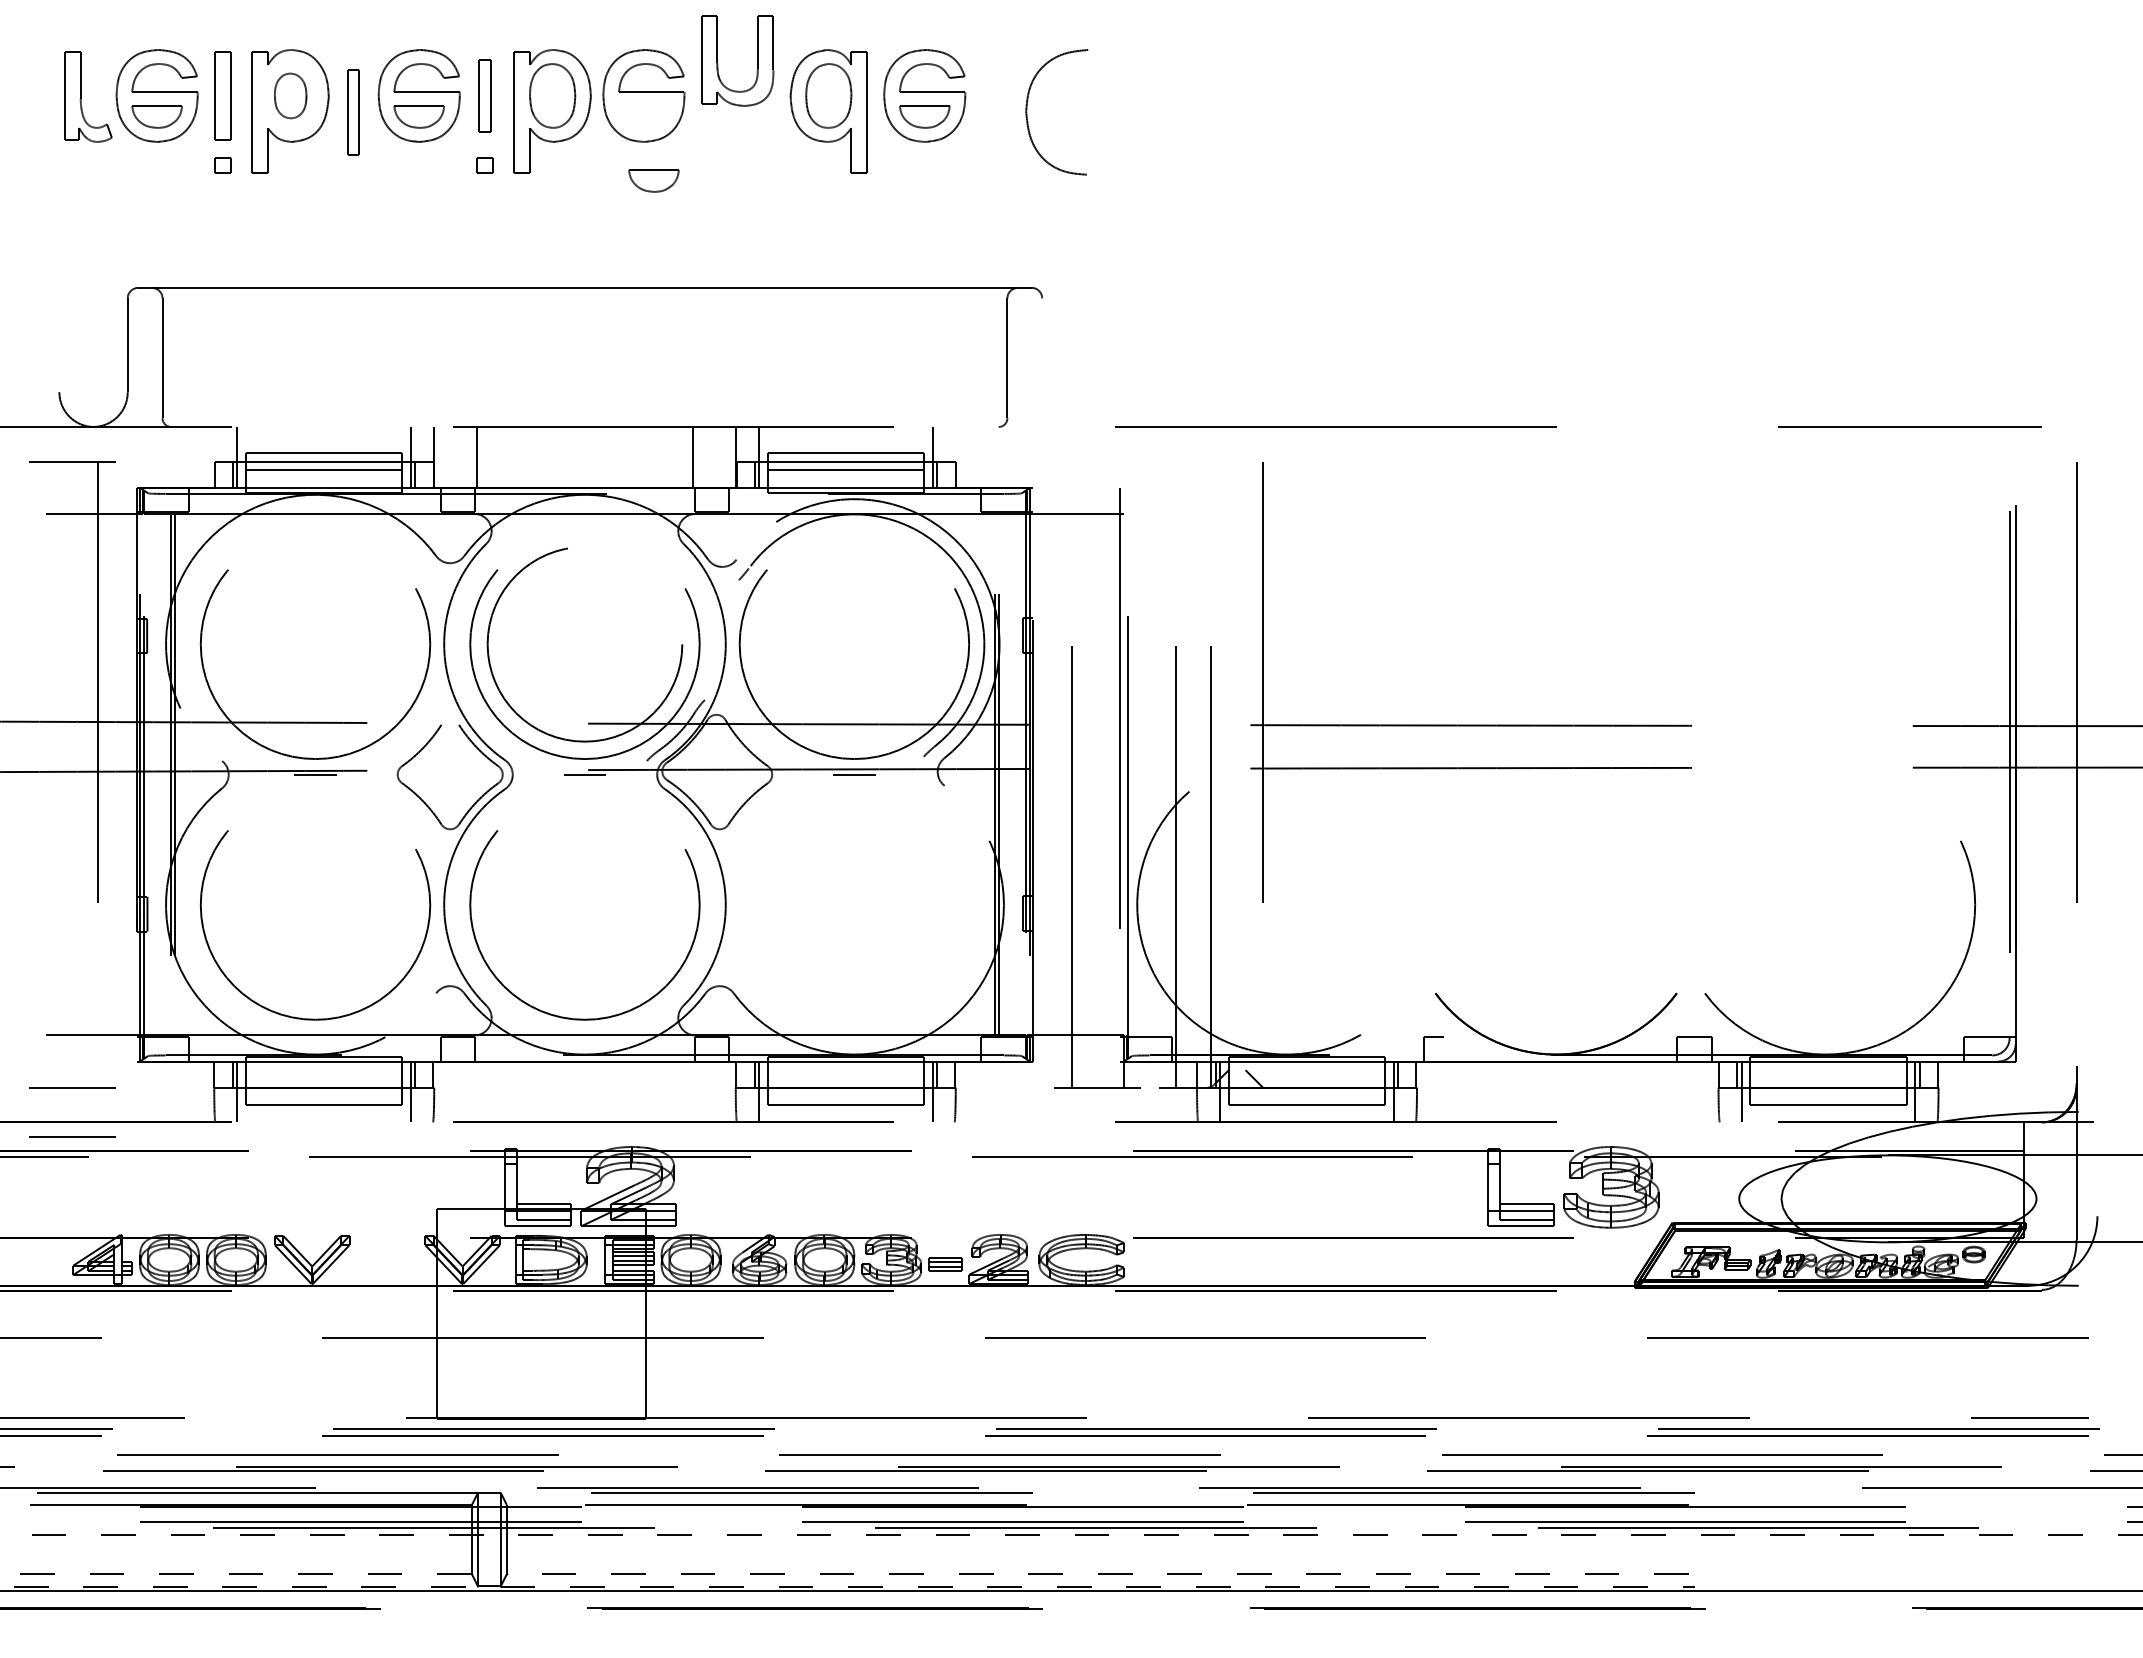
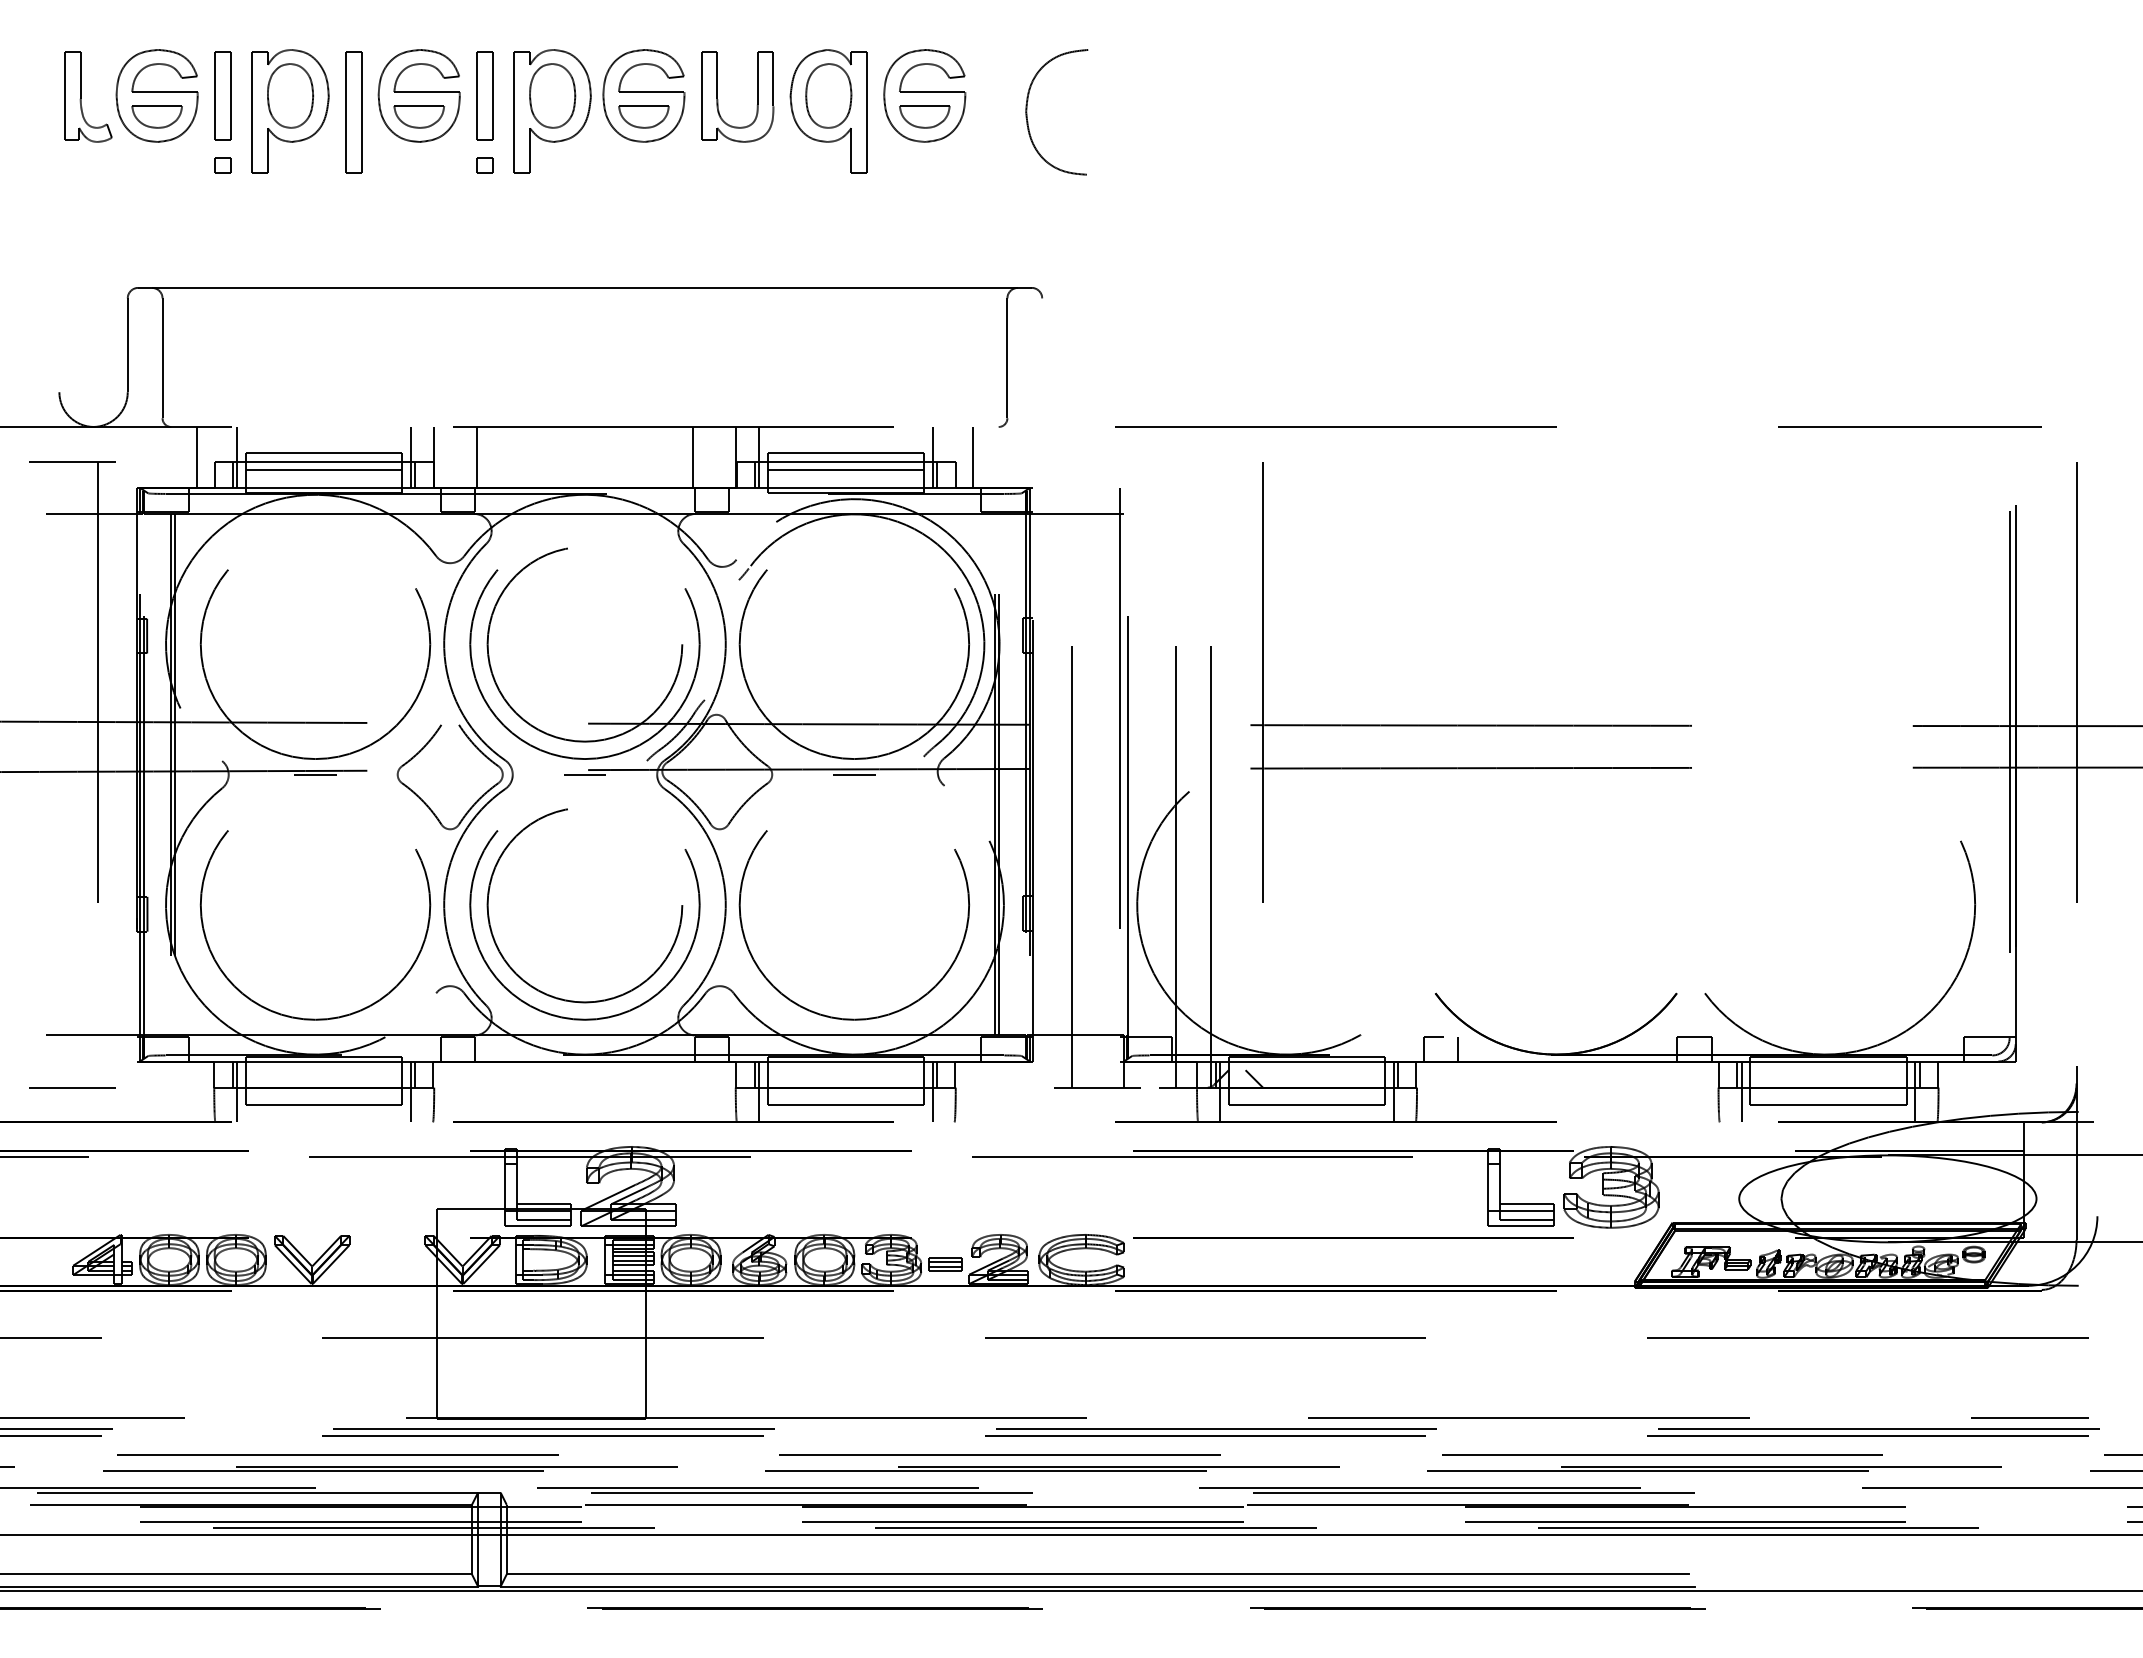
part at (718, 63) position: (718, 63) -> (718, 99)
part at (290, 95) size: 34x48 px -> 48x66 px
part at (484, 95) size: 14x74 px -> 18x90 px
part at (353, 112) size: 13x87 px -> 18x123 px
part at (653, 180) position: (653, 180) -> (643, 116)
line at (197, 457): none -> present
line at (972, 457): none -> present
circle at (584, 905): none -> present
circle at (853, 925): none -> present
line at (1458, 1049): none -> present
line at (72, 1136): present -> none
line at (1071, 1534): dashed -> solid
line at (236, 1574): dashed -> solid
line at (1097, 1574): dashed -> solid
line at (239, 1586): dashed -> solid
line at (1098, 1586): dashed -> solid
